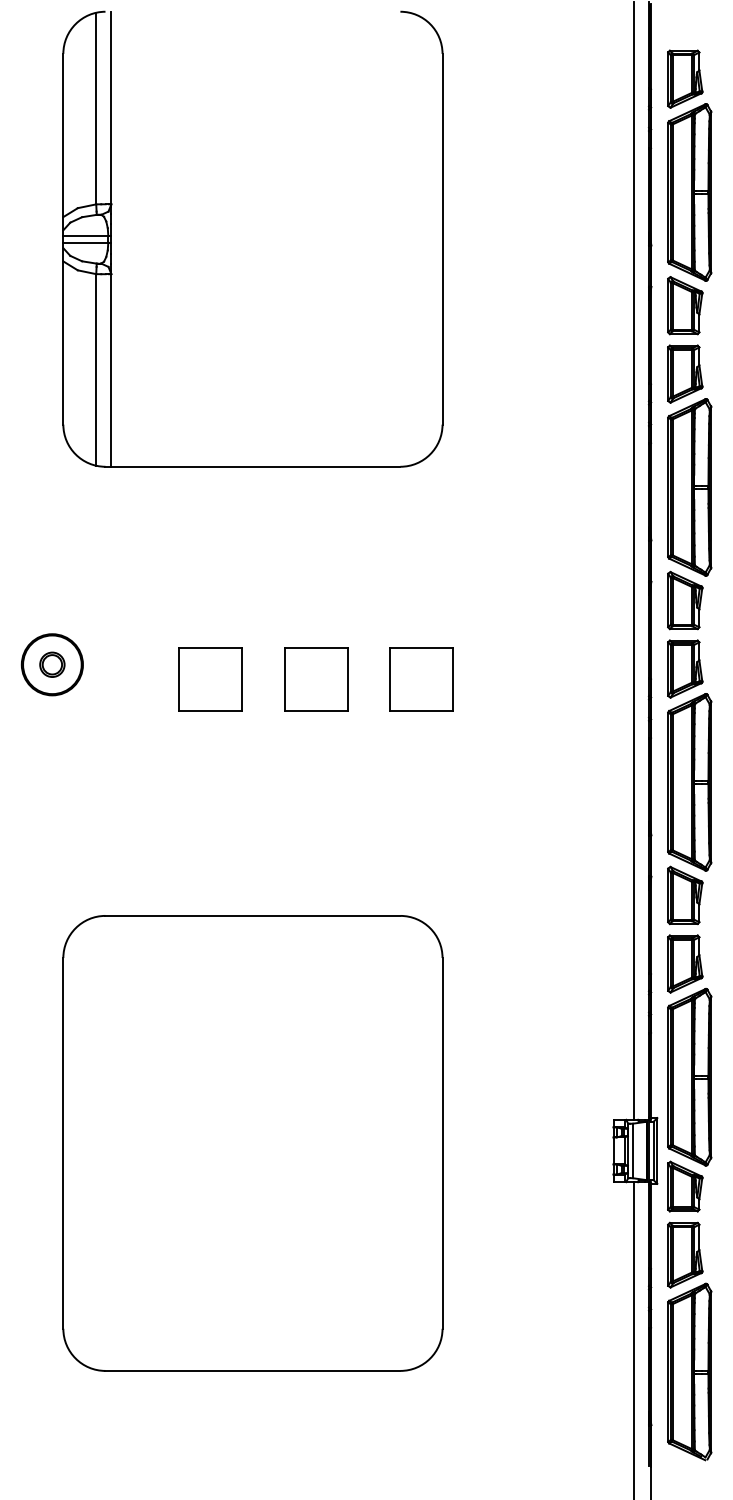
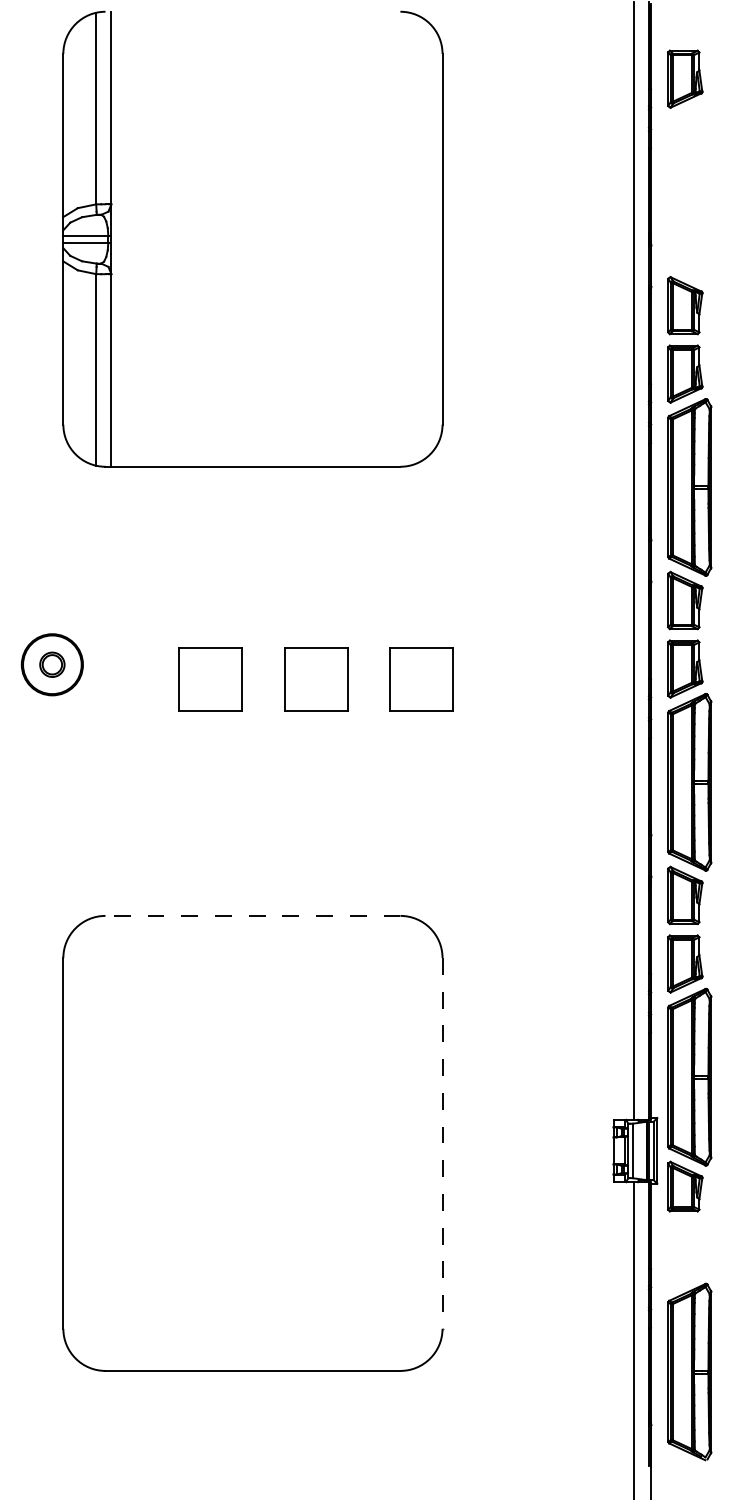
part at (689, 192): present -> none
line at (252, 915): solid -> dashed
line at (442, 1143): solid -> dashed
part at (685, 1254): present -> none
